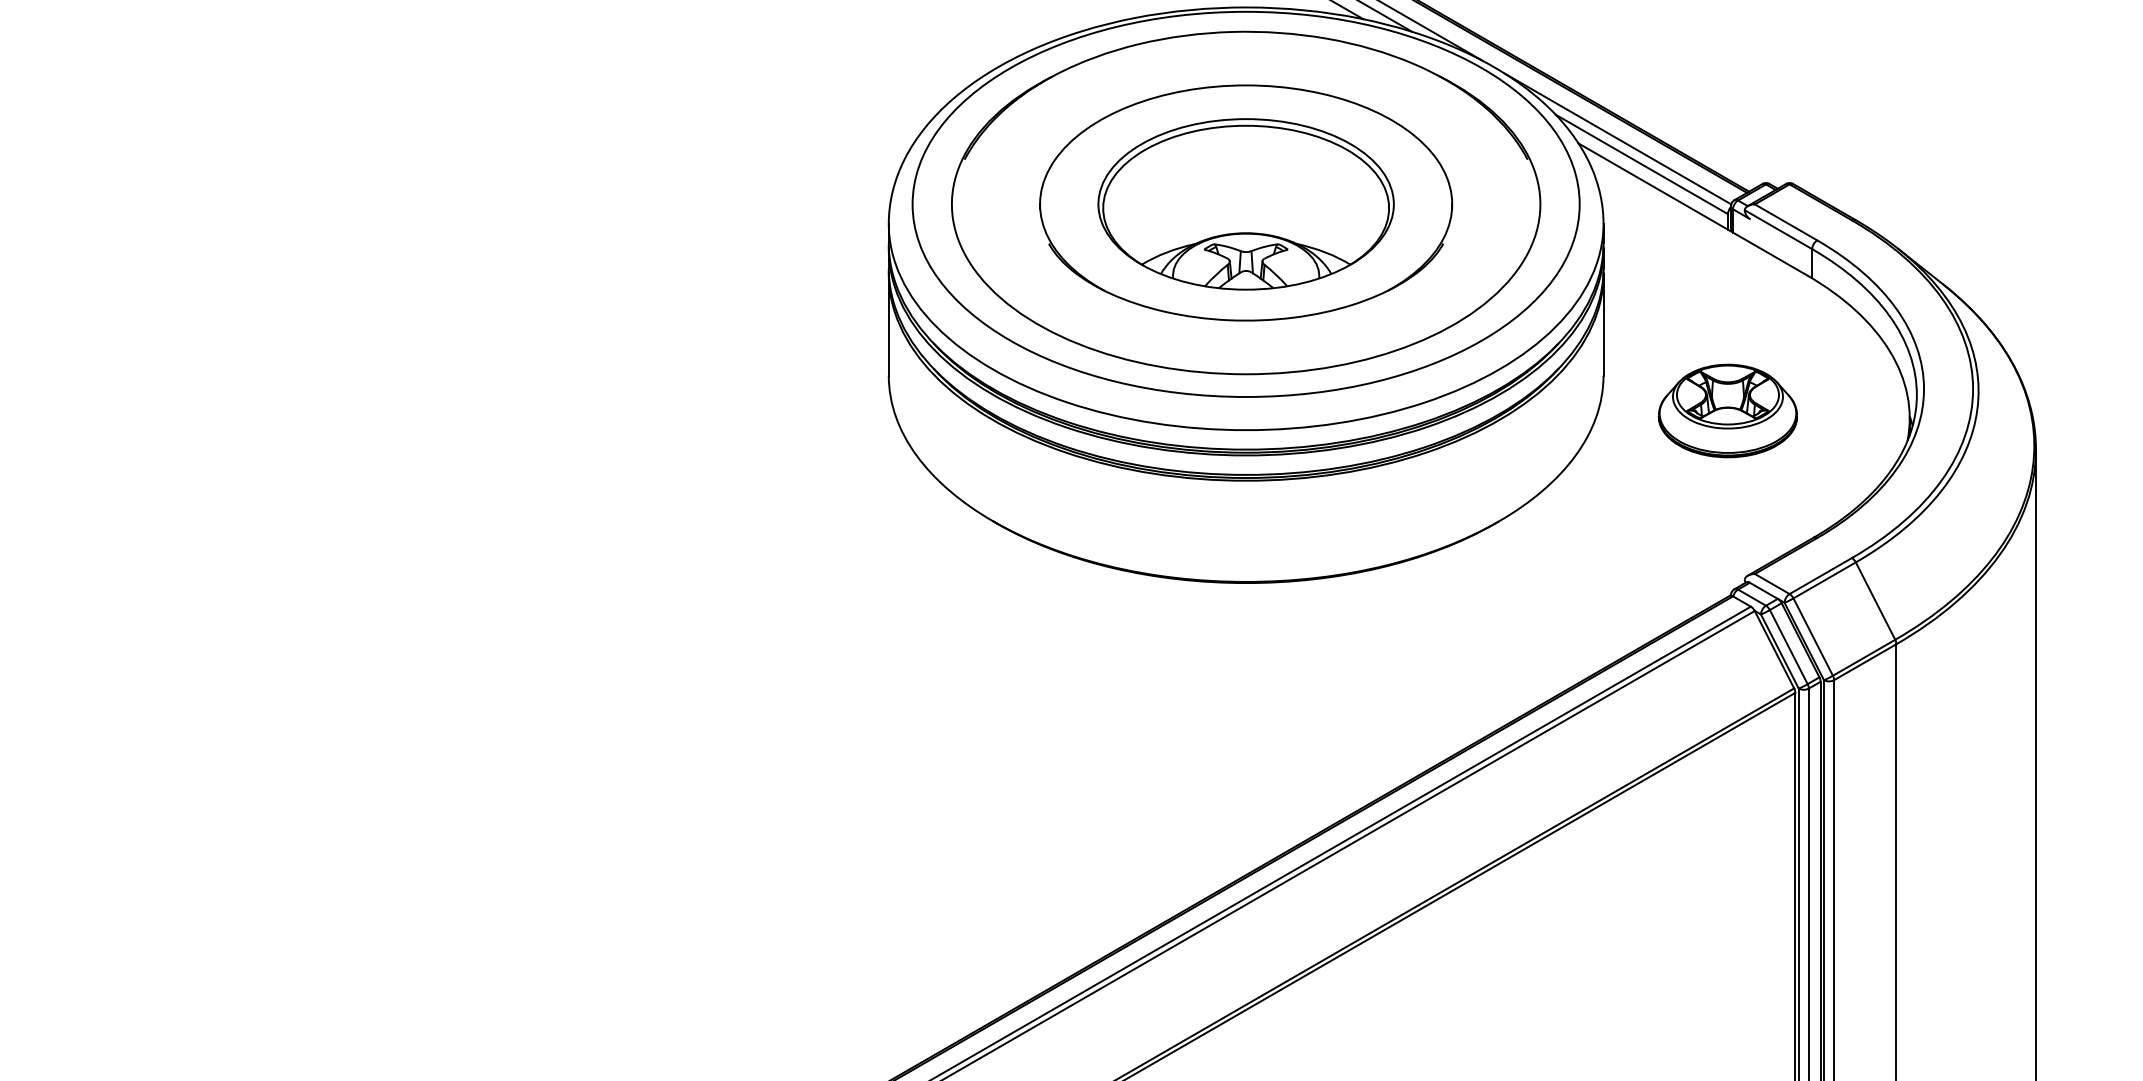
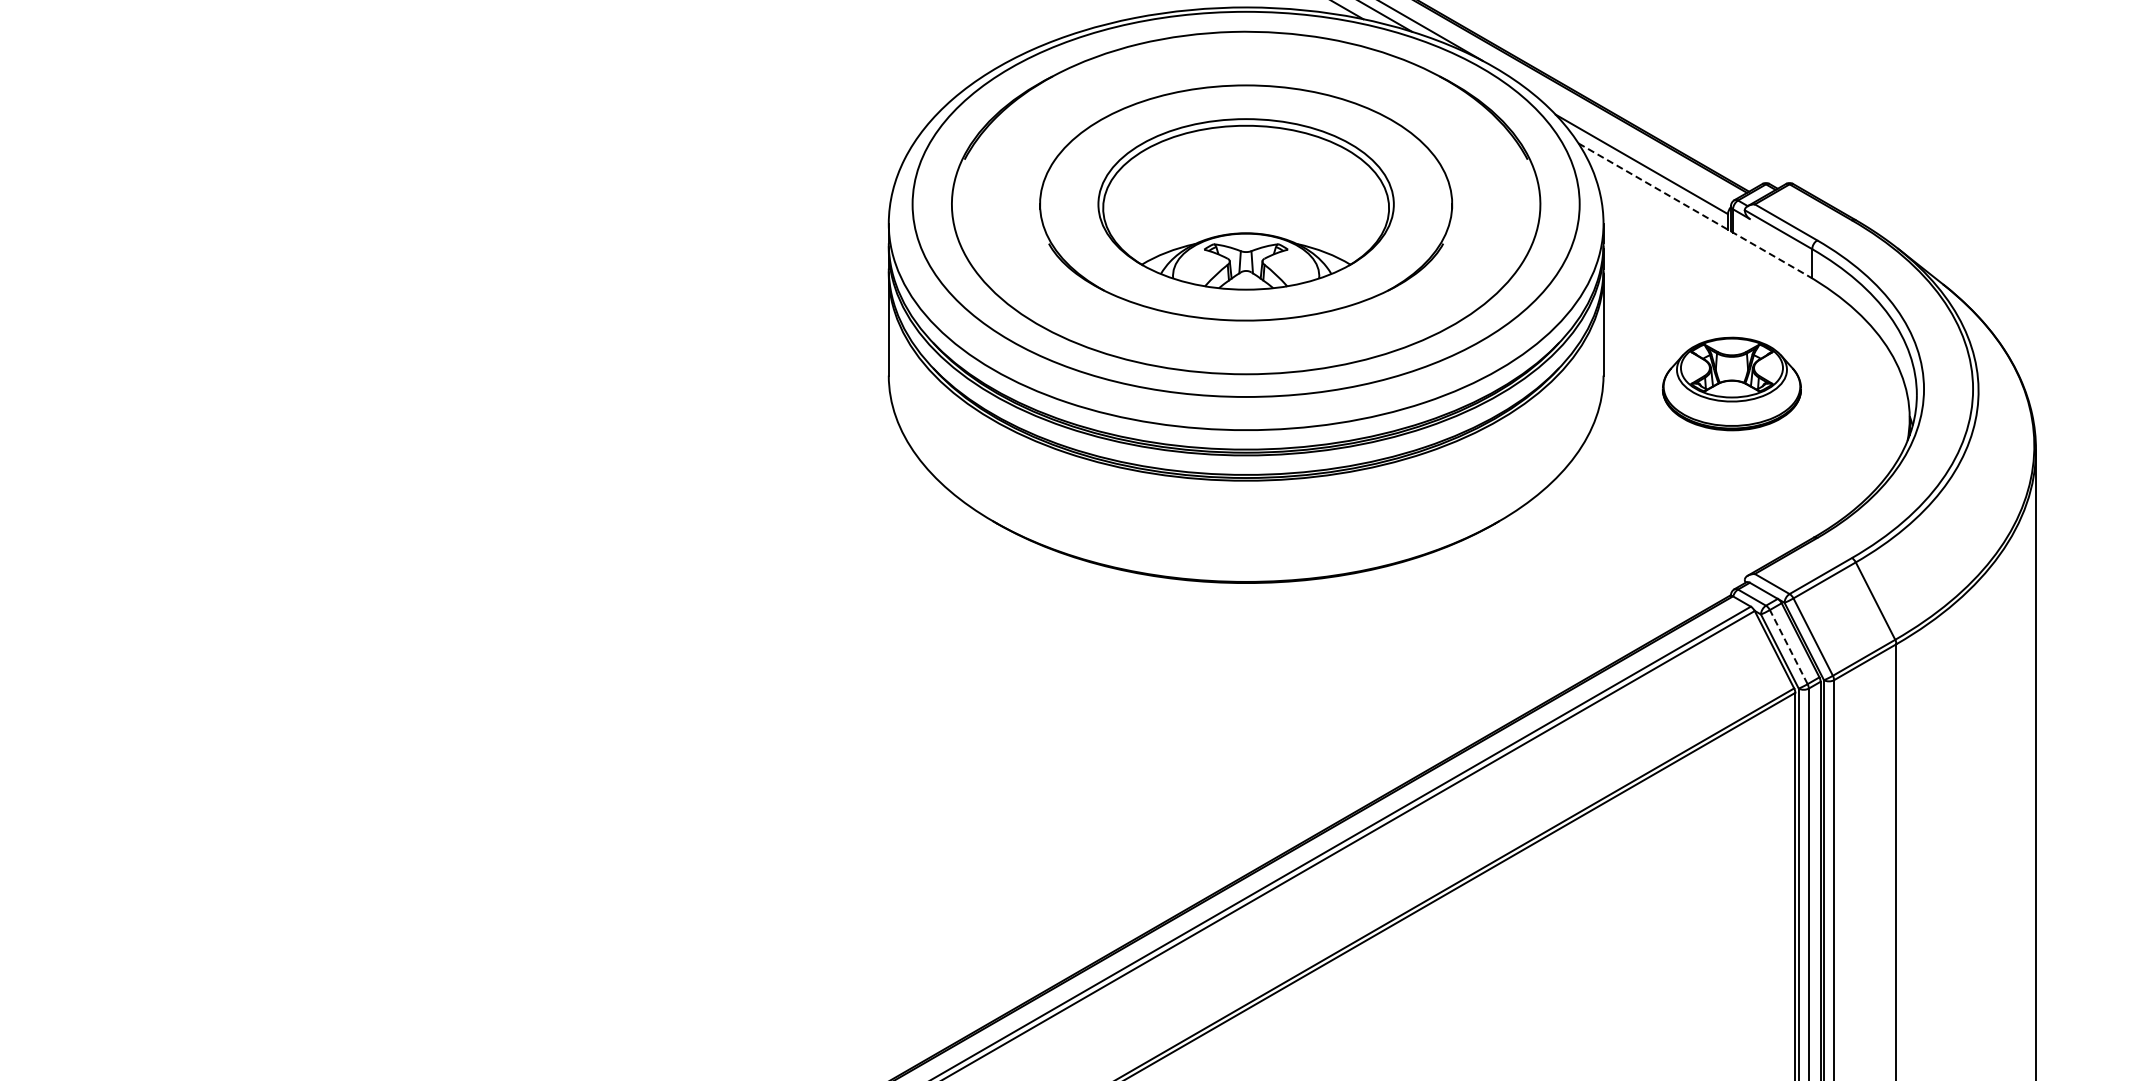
line at (1617, 138): present -> none
line at (1692, 209): solid -> dashed
part at (1727, 410) position: (1727, 410) -> (1731, 383)
line at (1788, 647): solid -> dashed
